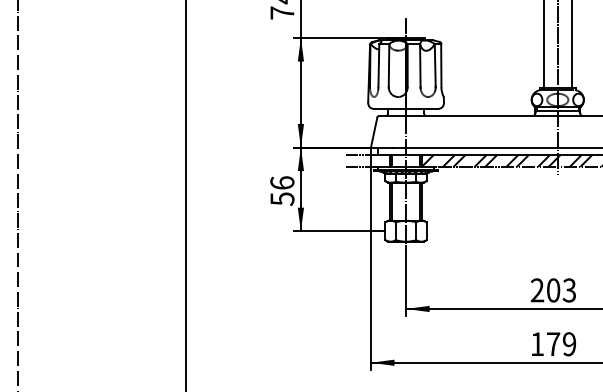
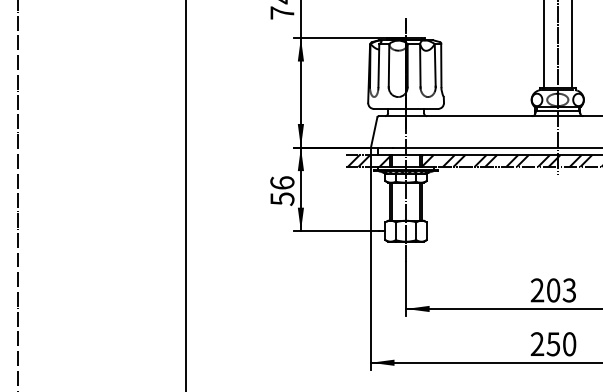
hatch at (368, 160): none -> present
text at (553, 344): 179 -> 250
